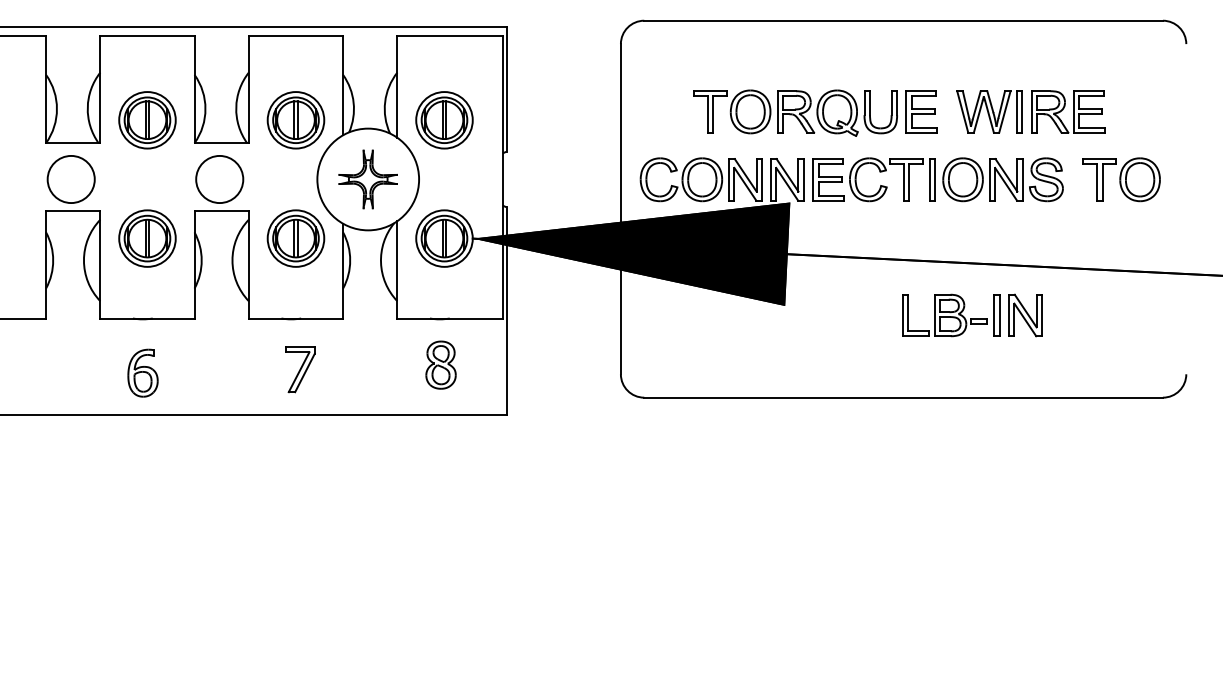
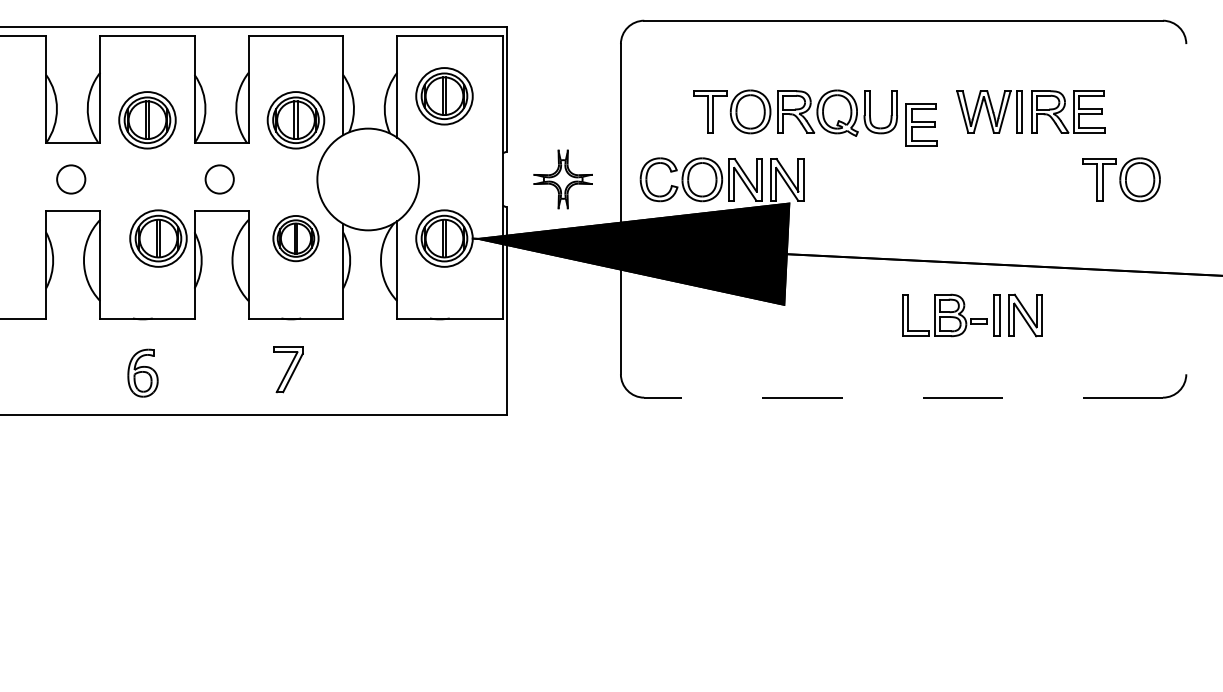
part at (921, 111) position: (921, 111) -> (921, 124)
part at (444, 120) position: (444, 120) -> (444, 96)
circle at (70, 179) diameter: 47 px -> 28 px
circle at (219, 179) diameter: 47 px -> 28 px
part at (367, 179) position: (367, 179) -> (562, 179)
part at (937, 179): present -> none
part at (147, 238) position: (147, 238) -> (158, 238)
part at (295, 238) size: 60x59 px -> 48x48 px
part at (440, 364): present -> none
part at (300, 369) position: (300, 369) -> (288, 369)
line at (903, 397): solid -> dashed
